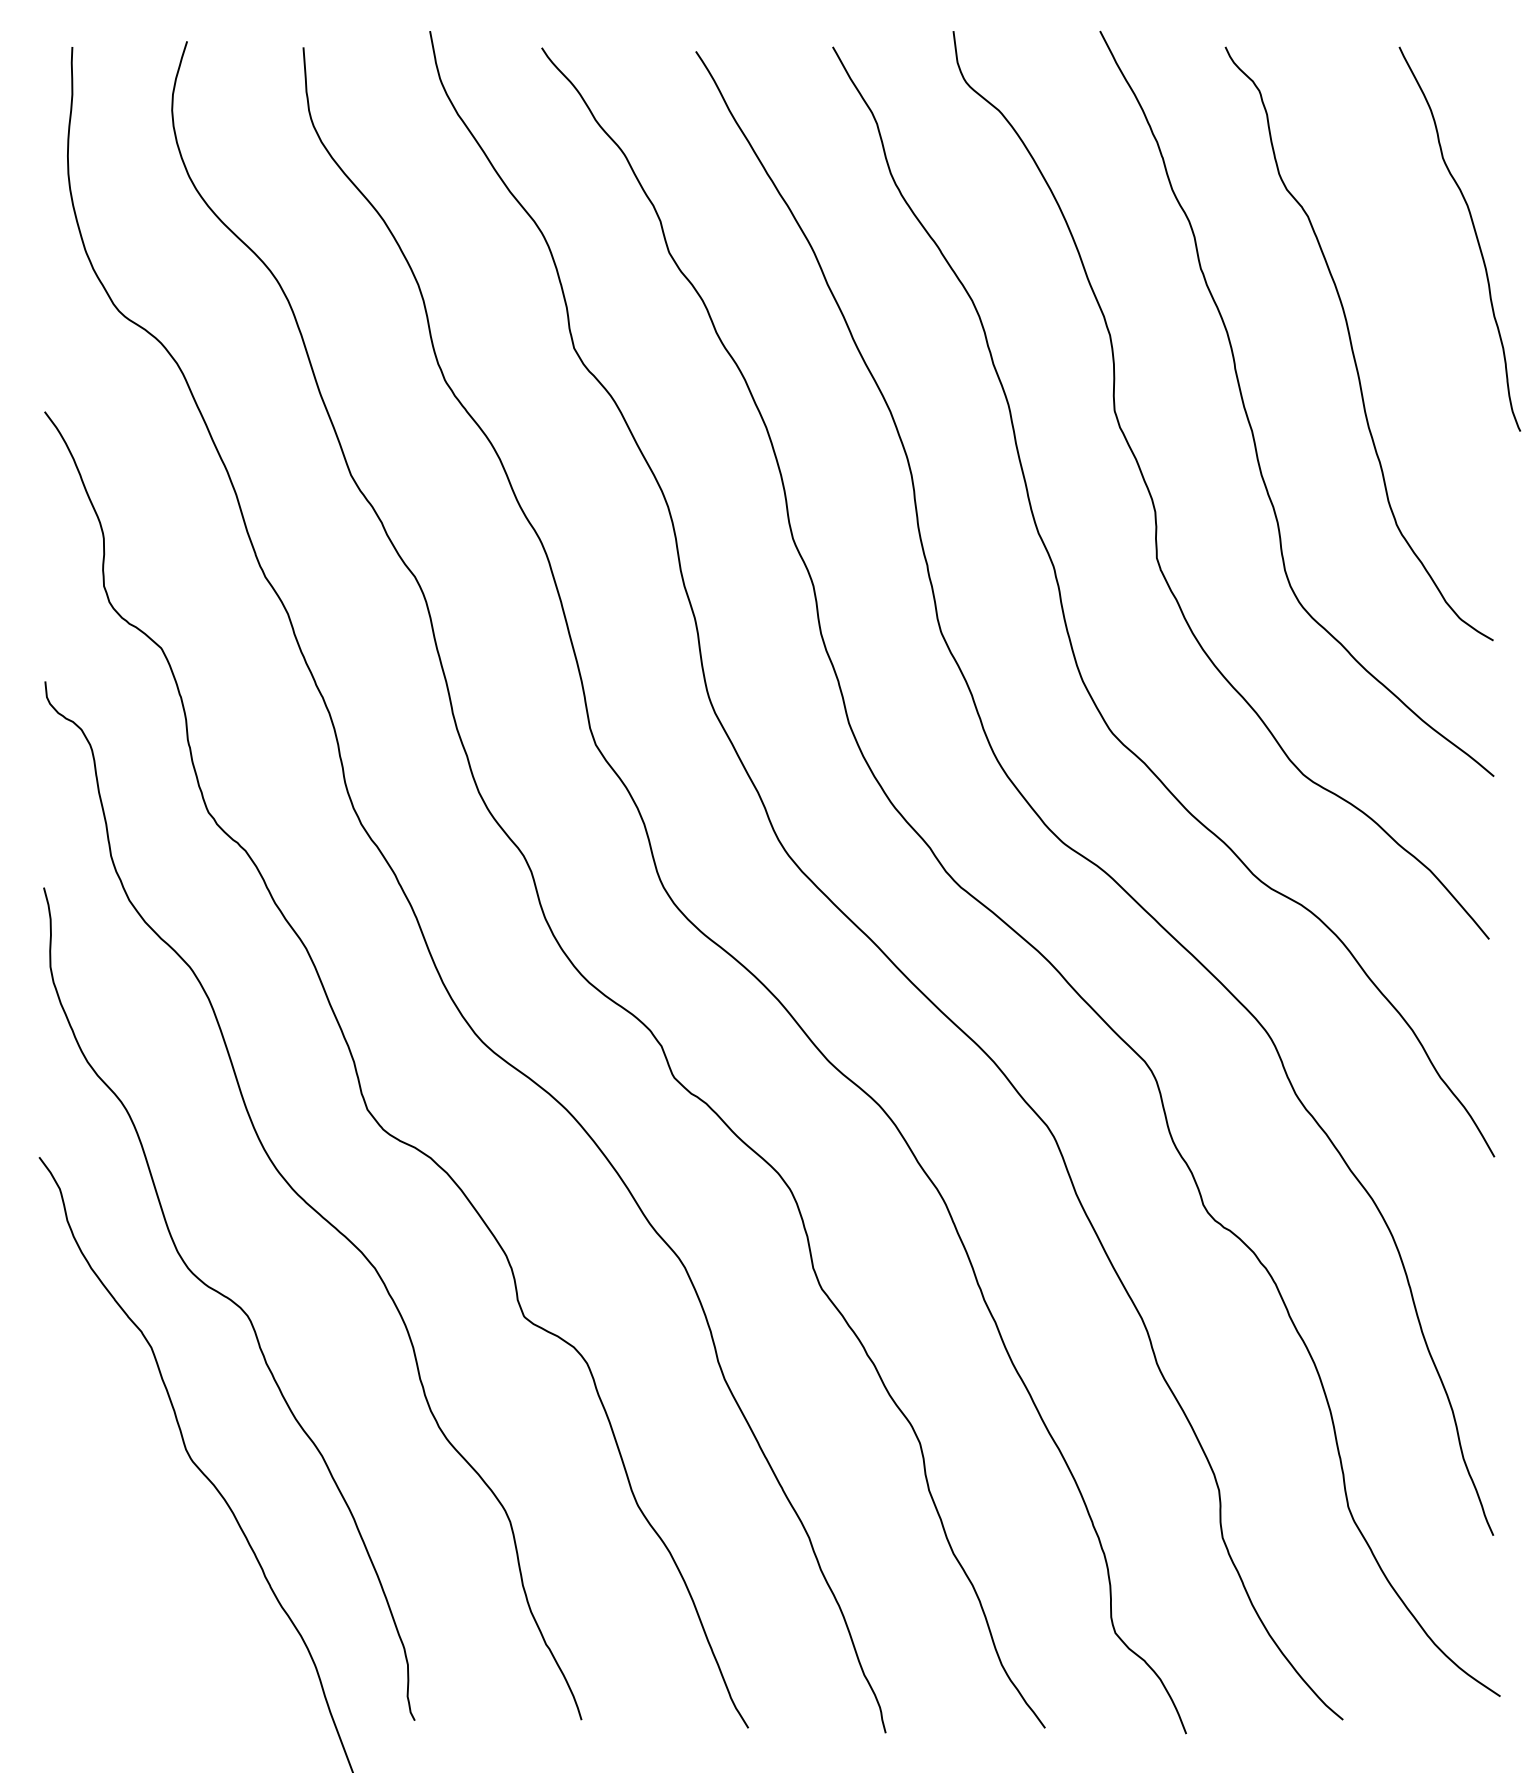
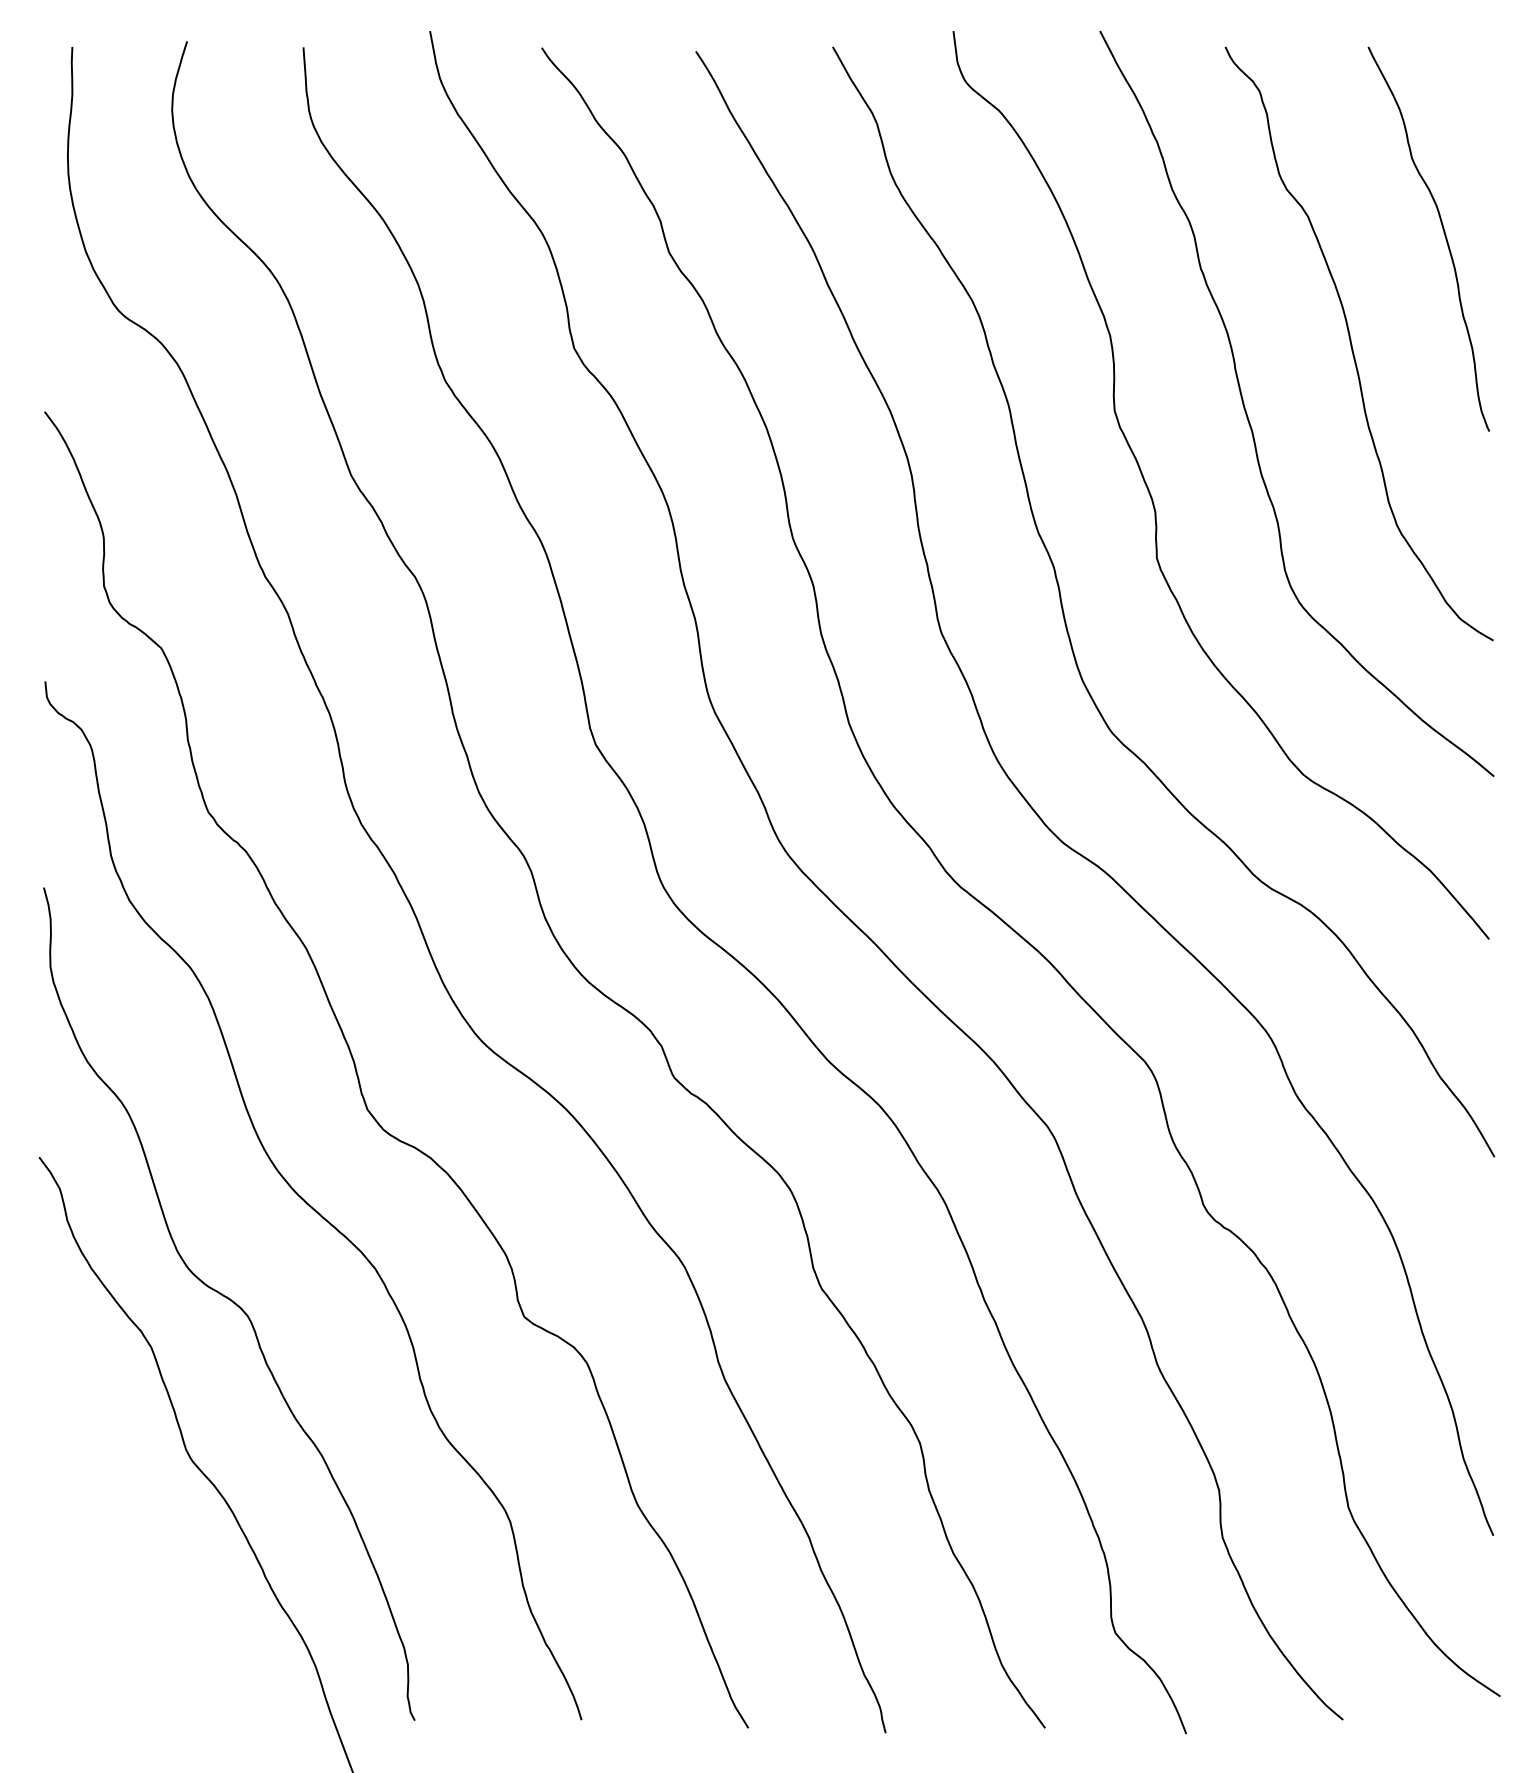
curve at (1475, 236) position: (1475, 236) -> (1444, 236)
